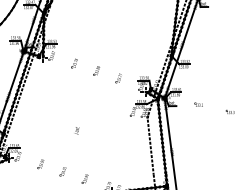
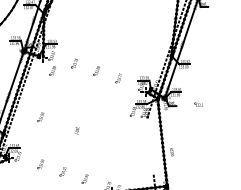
part at (52, 70): none -> present
part at (229, 111): present -> none
part at (40, 117): none -> present
line at (170, 143): present -> none
line at (150, 146): present -> none
